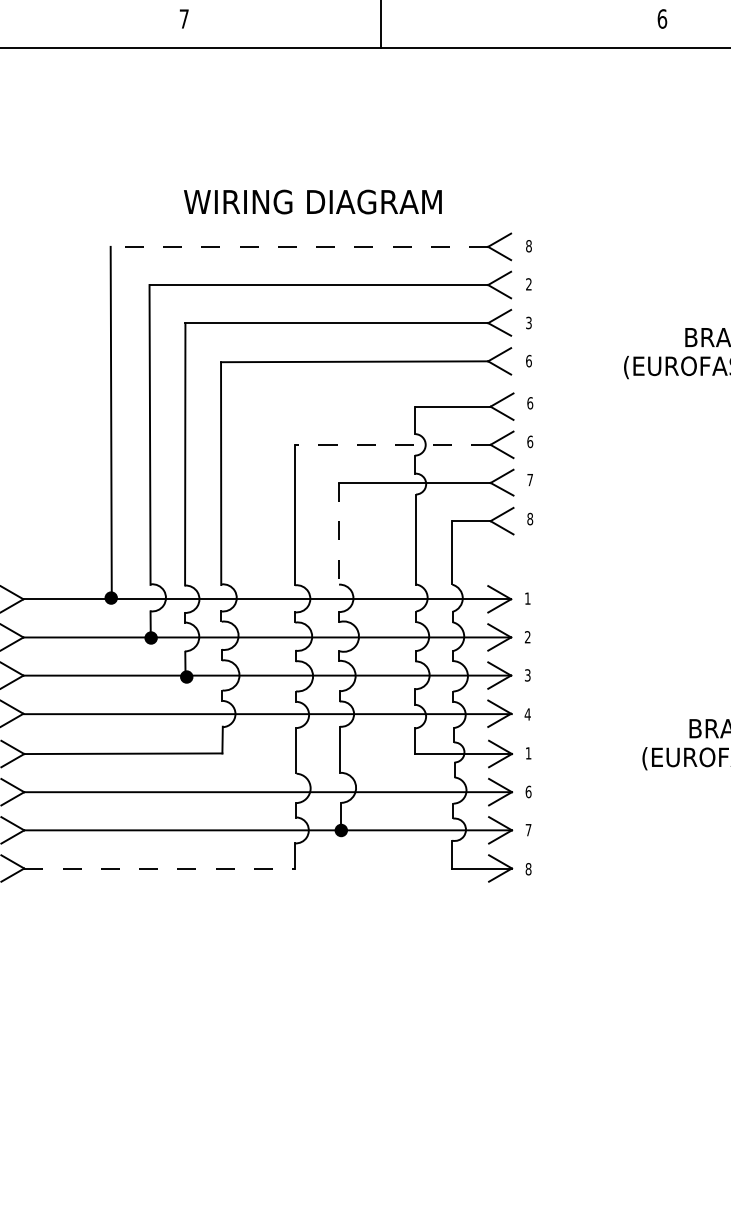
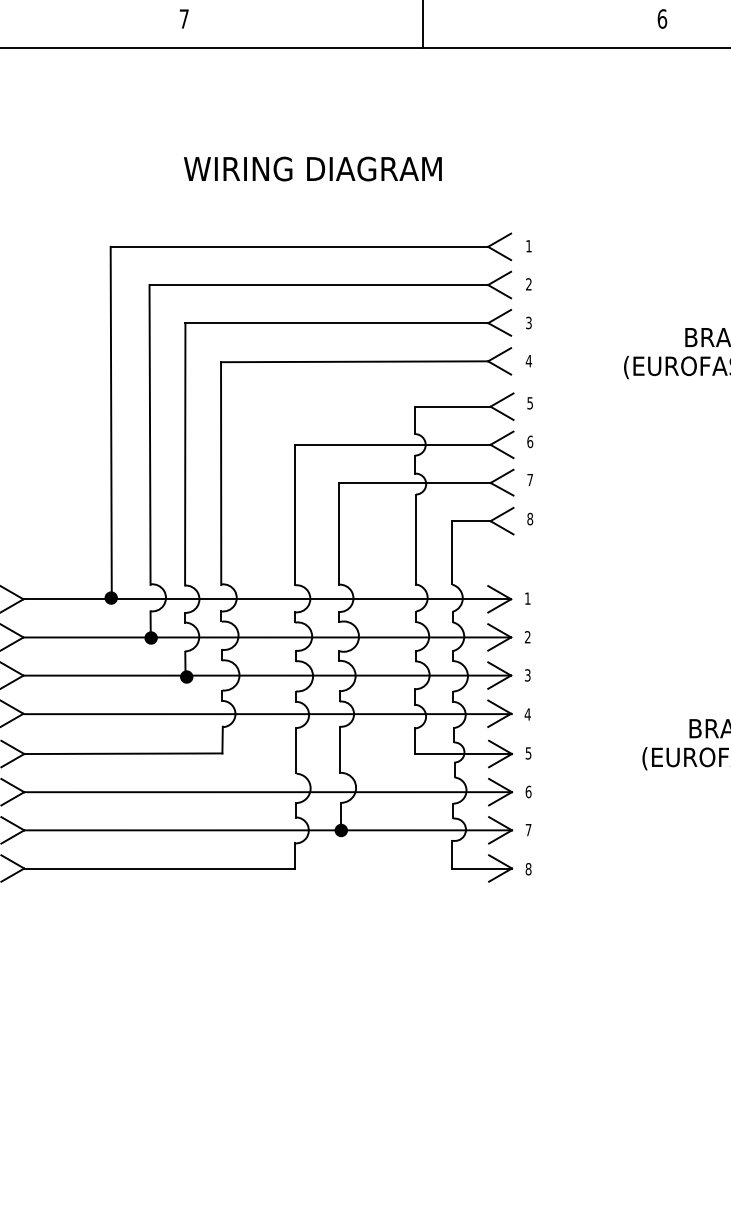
line at (381, 24) position: (381, 24) -> (423, 24)
text at (312, 201) position: (312, 201) -> (312, 168)
line at (299, 246): dashed -> solid
text at (528, 246): 8 -> 1
text at (528, 360): 6 -> 4
text at (530, 403): 6 -> 5
line at (392, 444): dashed -> solid
line at (338, 533): dashed -> solid
text at (528, 753): 1 -> 5
line at (160, 868): dashed -> solid
